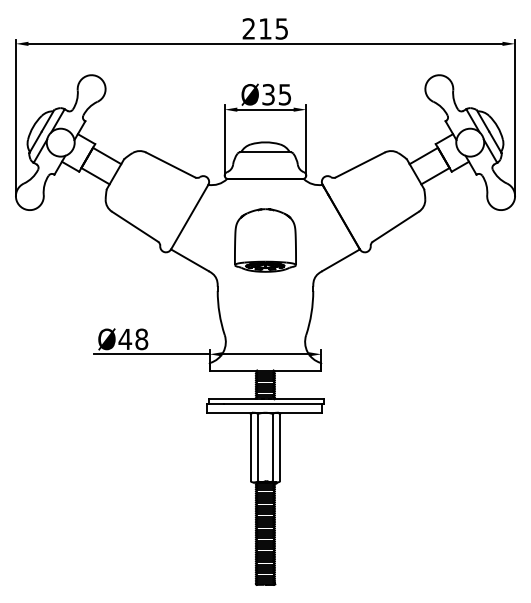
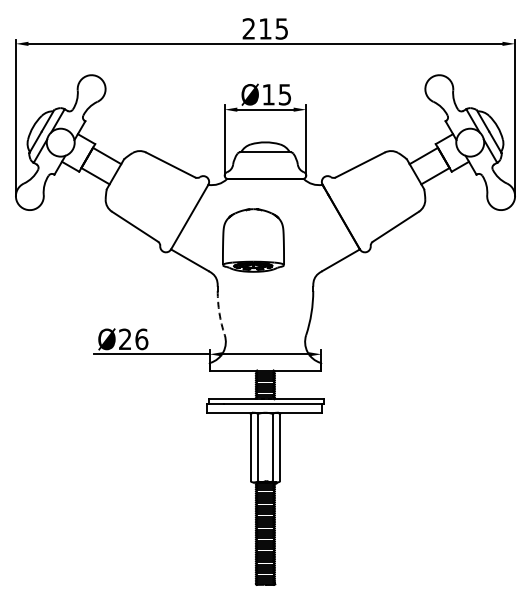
text at (268, 94): Ø35 -> Ø15
part at (265, 240) position: (265, 240) -> (253, 240)
arc at (219, 313): solid -> dashed
text at (133, 339): Ø48 -> Ø26
